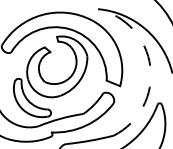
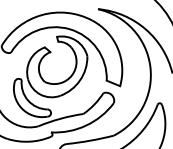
arc at (150, 66): dashed -> solid
